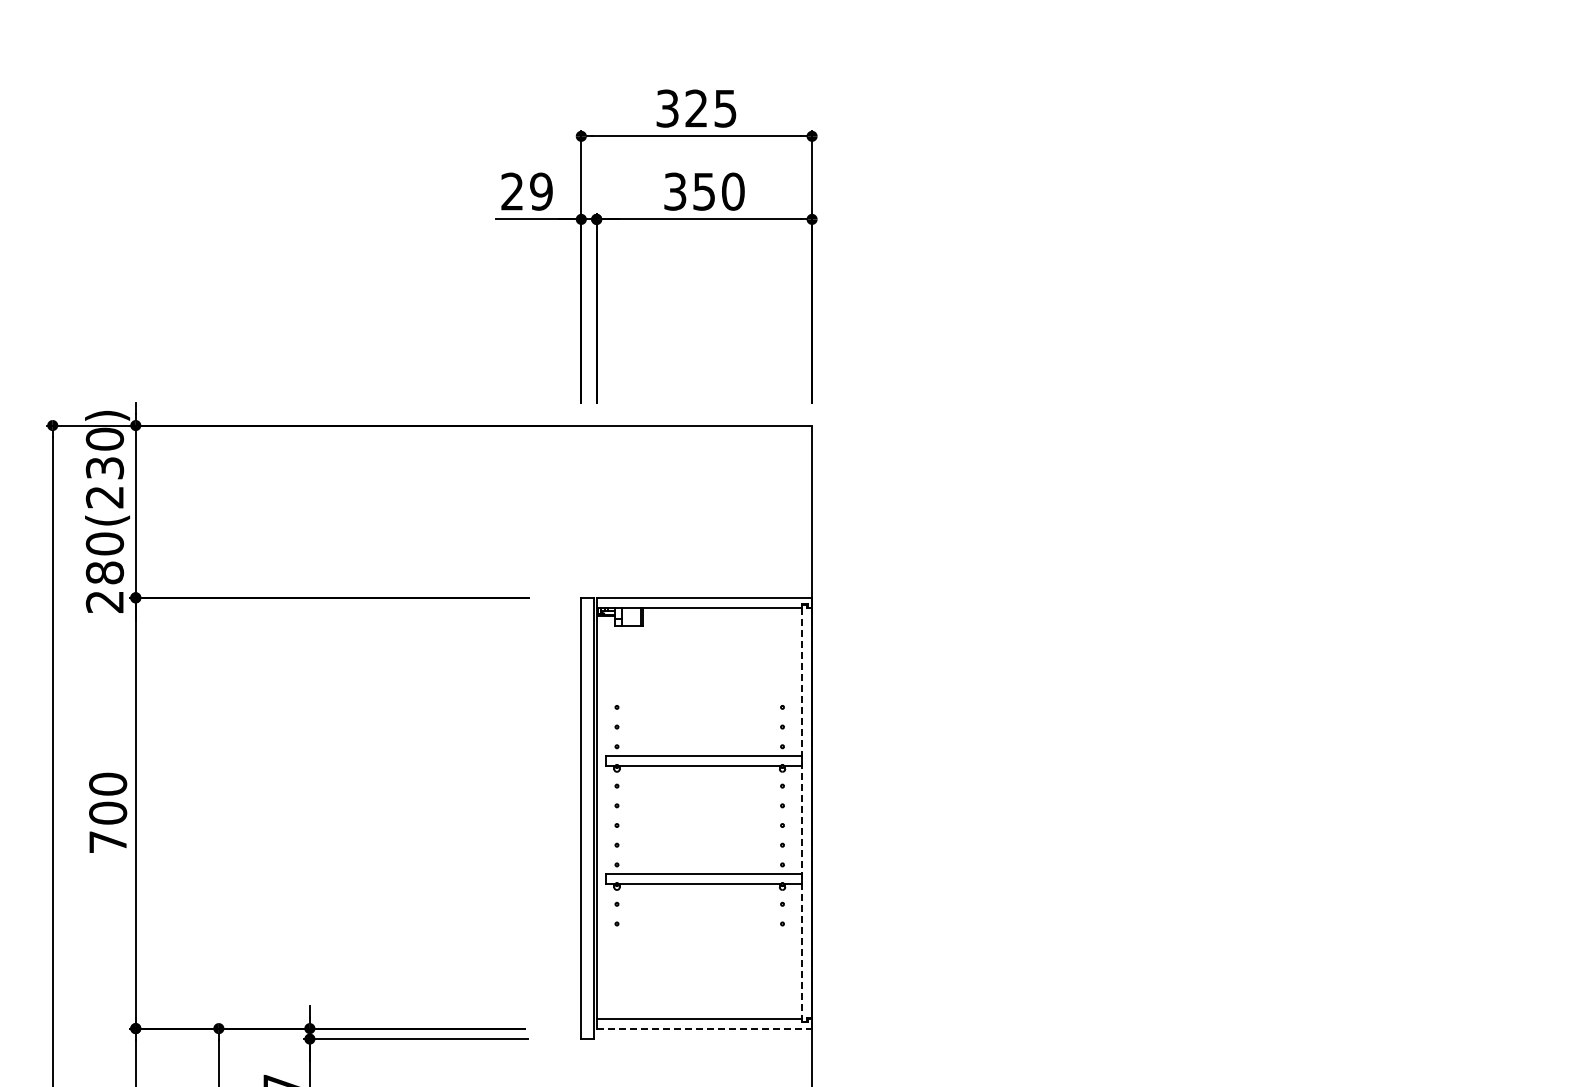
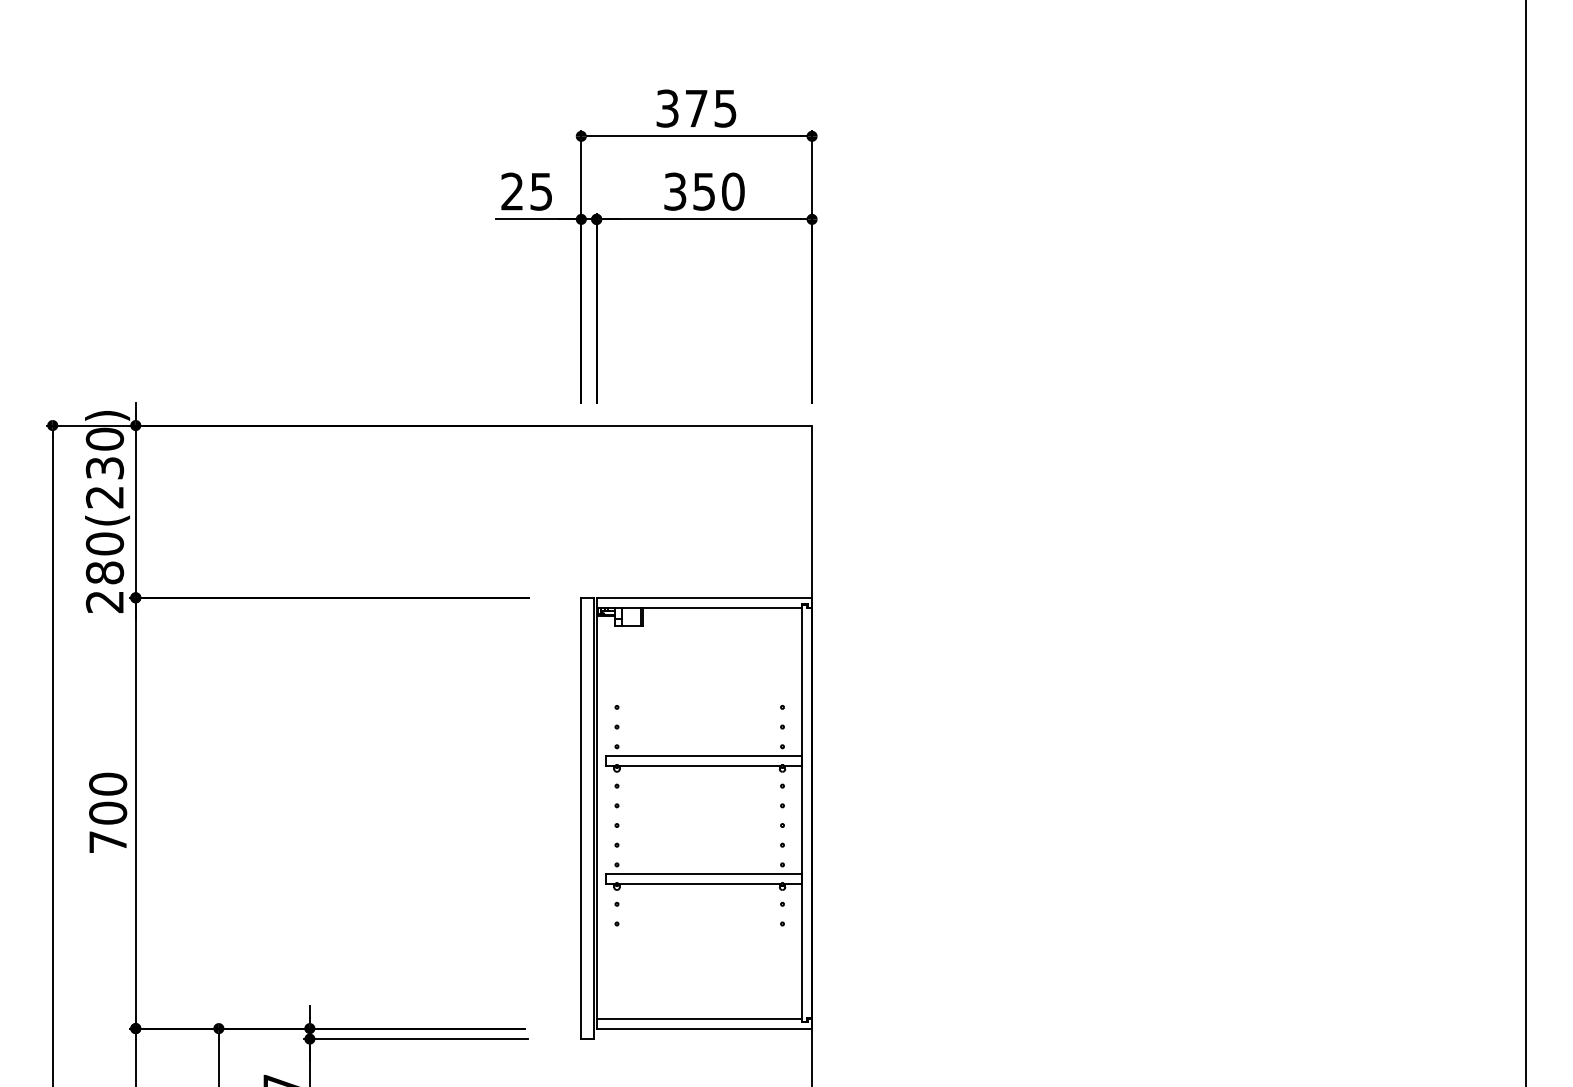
text at (696, 108): 325 -> 375
text at (541, 191): 29 -> 25
line at (1525, 542): none -> present
line at (801, 812): dashed -> solid
line at (705, 1028): dashed -> solid
